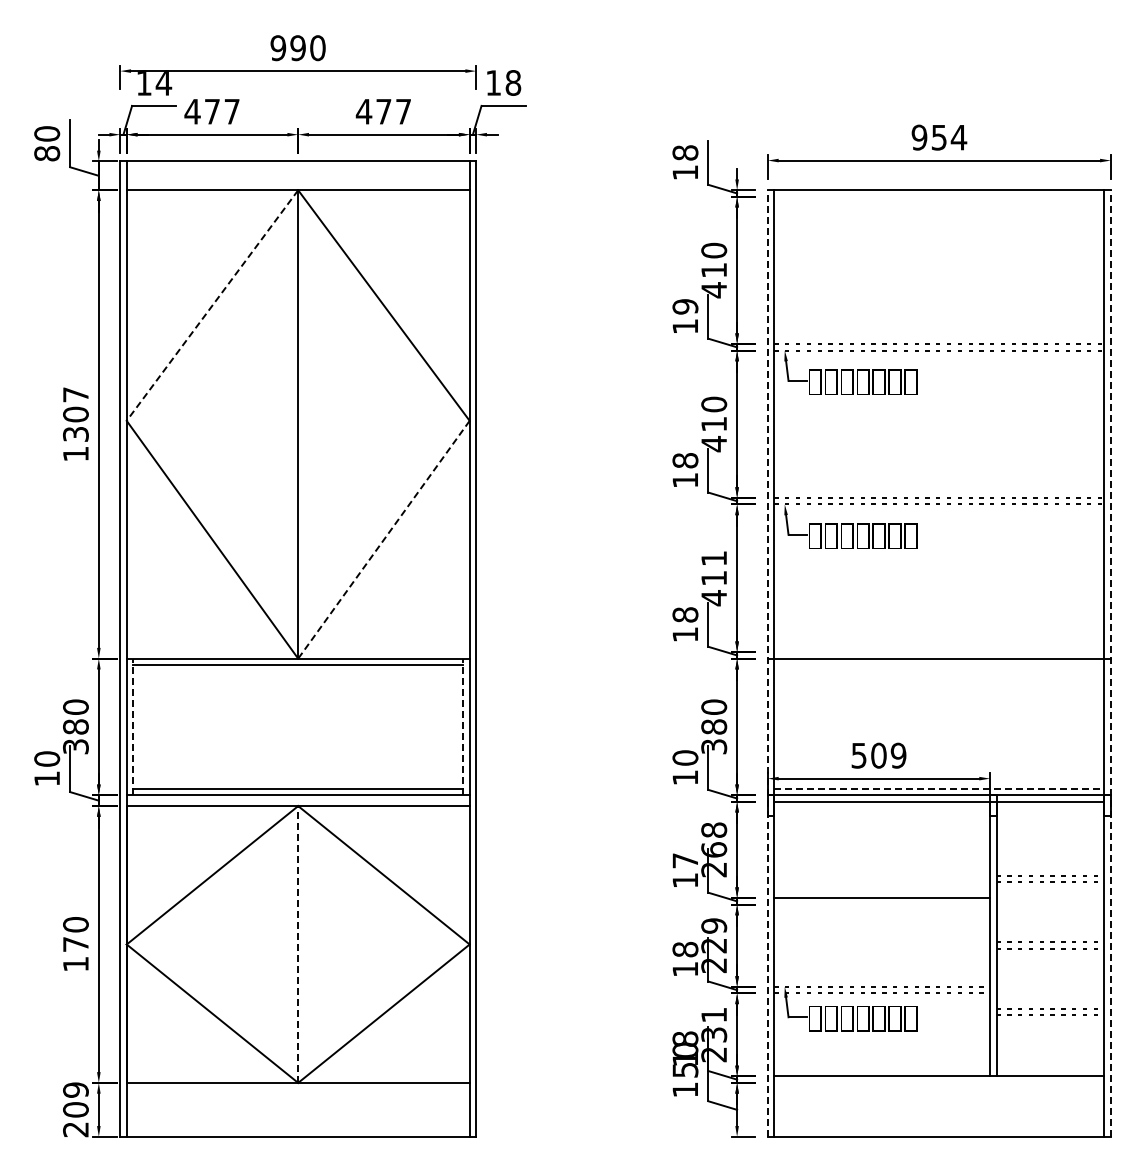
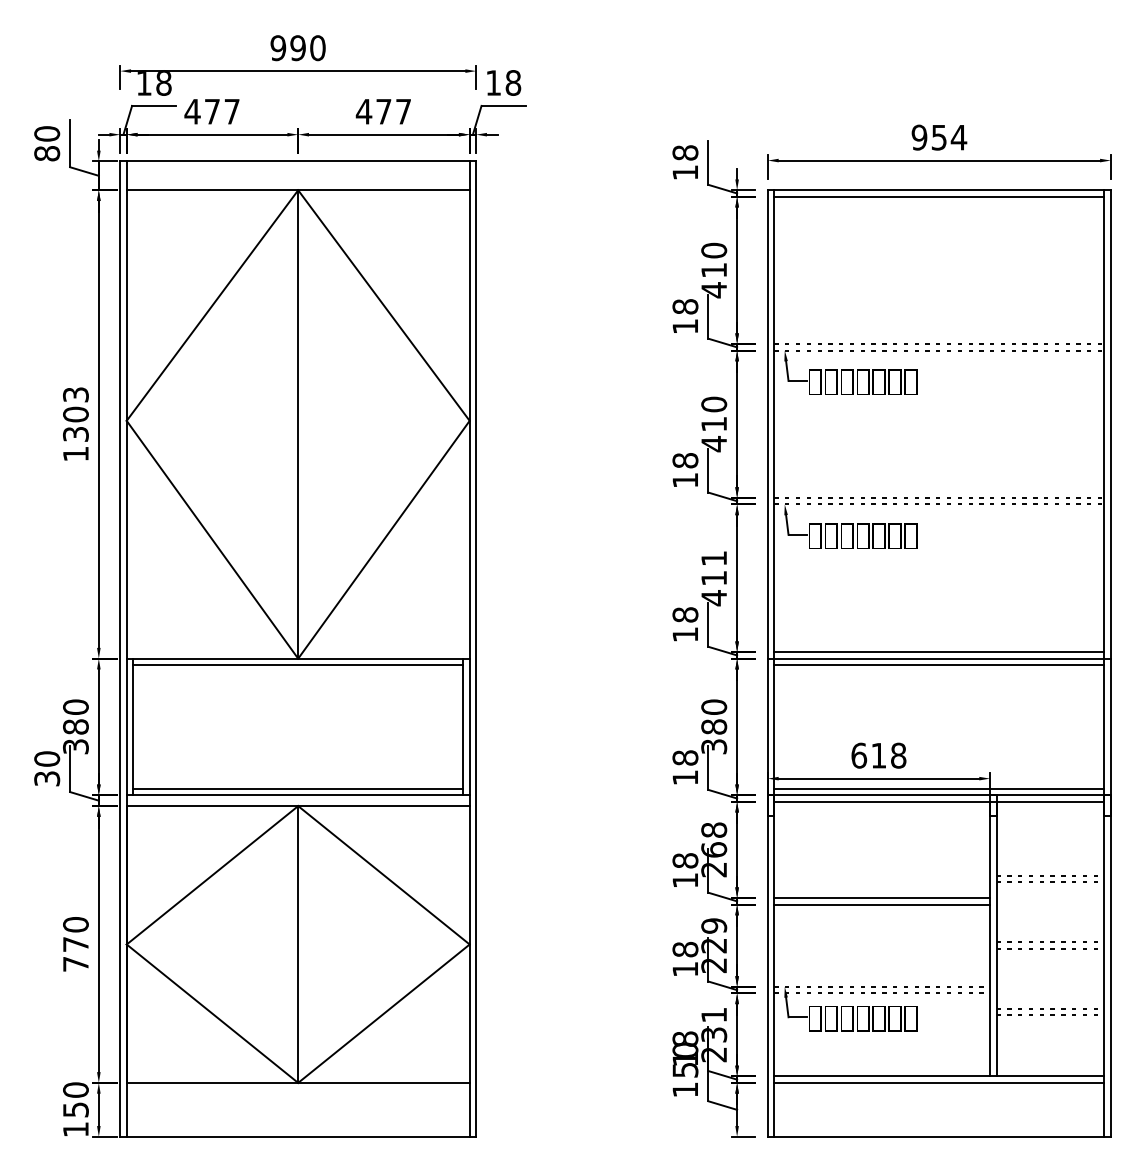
text at (163, 83): 14 -> 18
line at (939, 196): none -> present
line at (212, 305): dashed -> solid
text at (685, 306): 19 -> 18
text at (75, 394): 1307 -> 1303
line at (383, 539): dashed -> solid
line at (939, 652): none -> present
line at (767, 663): dashed -> solid
line at (1110, 663): dashed -> solid
line at (939, 665): none -> present
line at (133, 726): dashed -> solid
line at (463, 726): dashed -> solid
text at (878, 755): 509 -> 618
text at (685, 757): 10 -> 18
text at (47, 778): 10 -> 30
line at (939, 788): dashed -> solid
text at (685, 860): 17 -> 18
line at (882, 904): none -> present
line at (298, 944): dashed -> solid
text at (75, 964): 170 -> 770
line at (939, 1082): none -> present
text at (75, 1109): 209 -> 150
